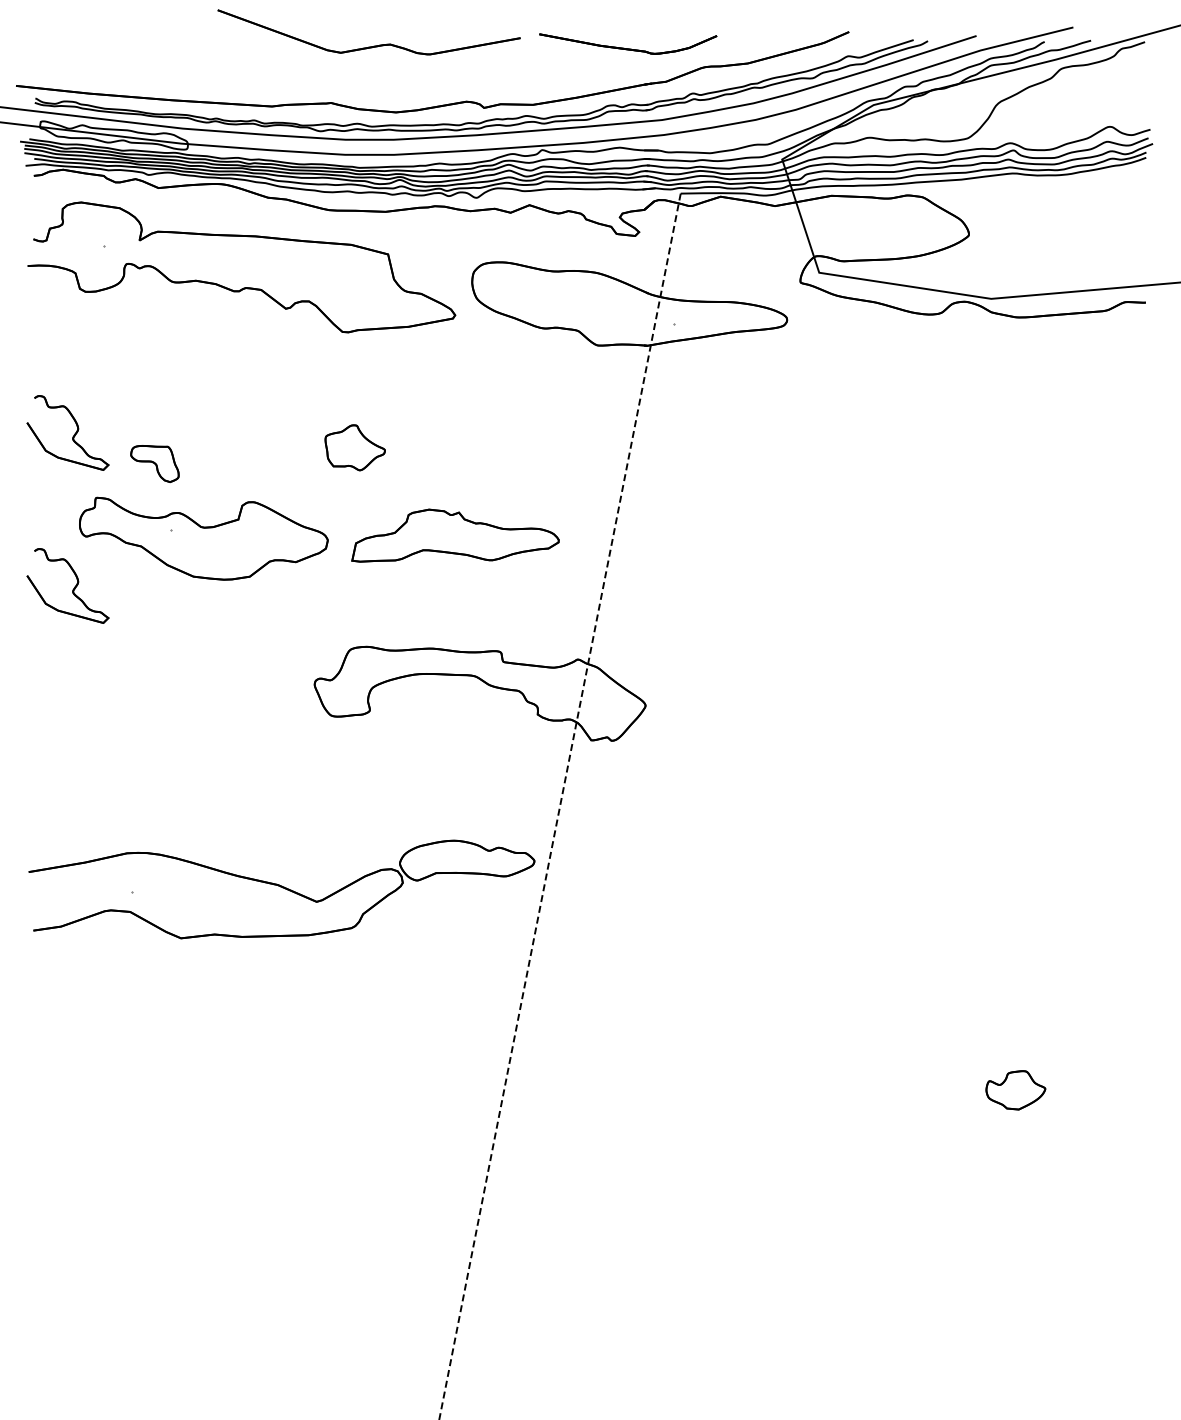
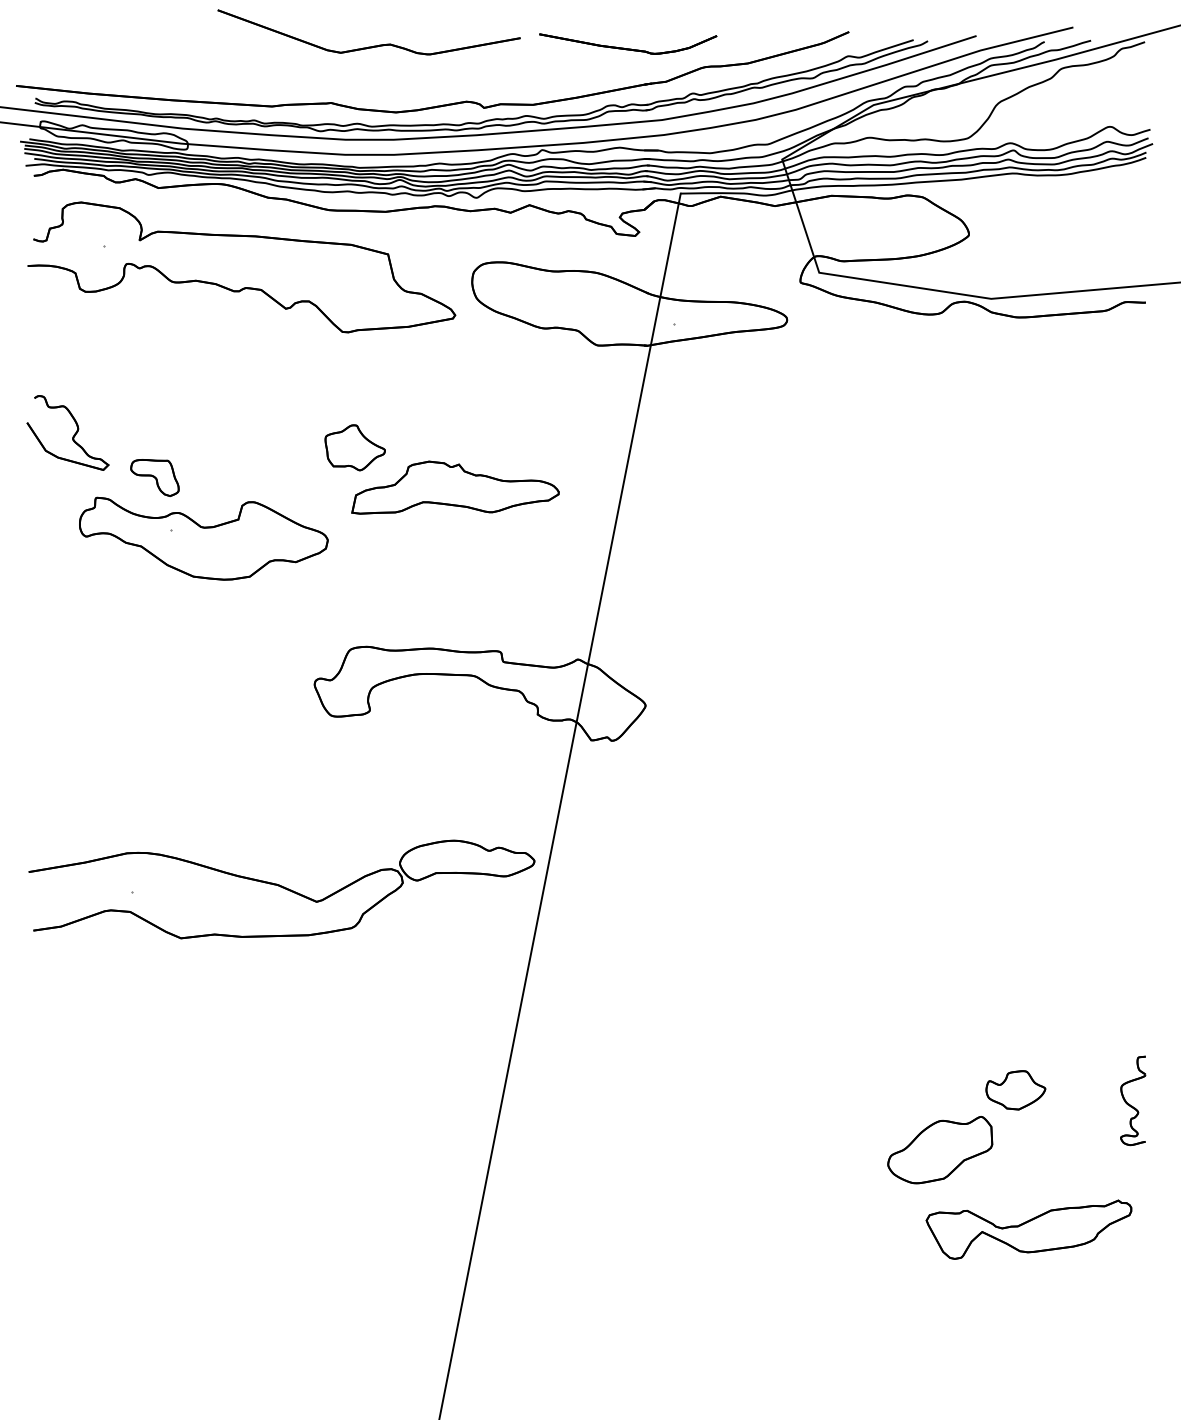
part at (154, 463) position: (154, 463) -> (154, 477)
part at (455, 535) position: (455, 535) -> (455, 487)
part at (72, 589): present -> none
line at (559, 806): dashed -> solid
part at (1133, 1100): none -> present
part at (940, 1150): none -> present
part at (1028, 1229): none -> present
